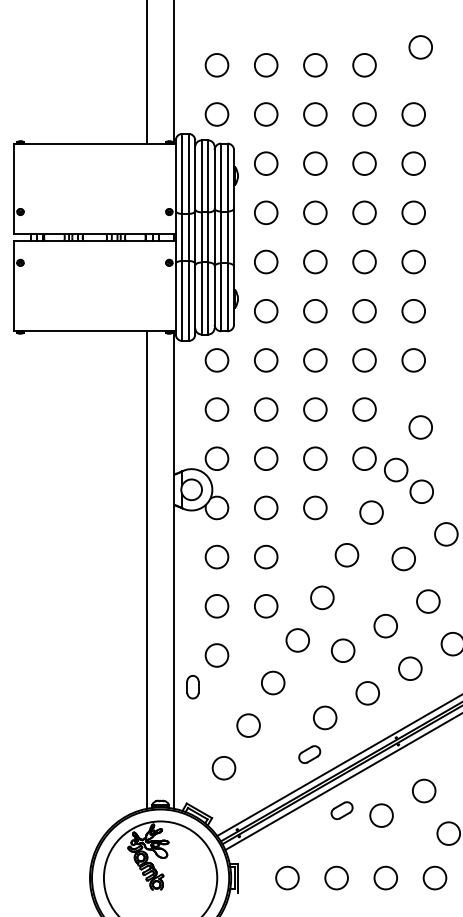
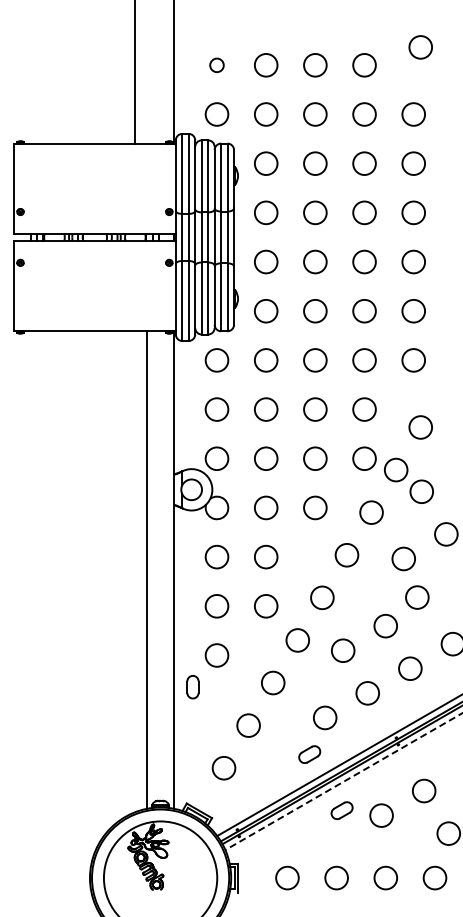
circle at (216, 65) size: 26x25 px -> 16x16 px
line at (147, 72) position: (147, 72) -> (135, 72)
circle at (428, 601) position: (428, 601) -> (417, 597)
line at (343, 781): solid -> dashed
